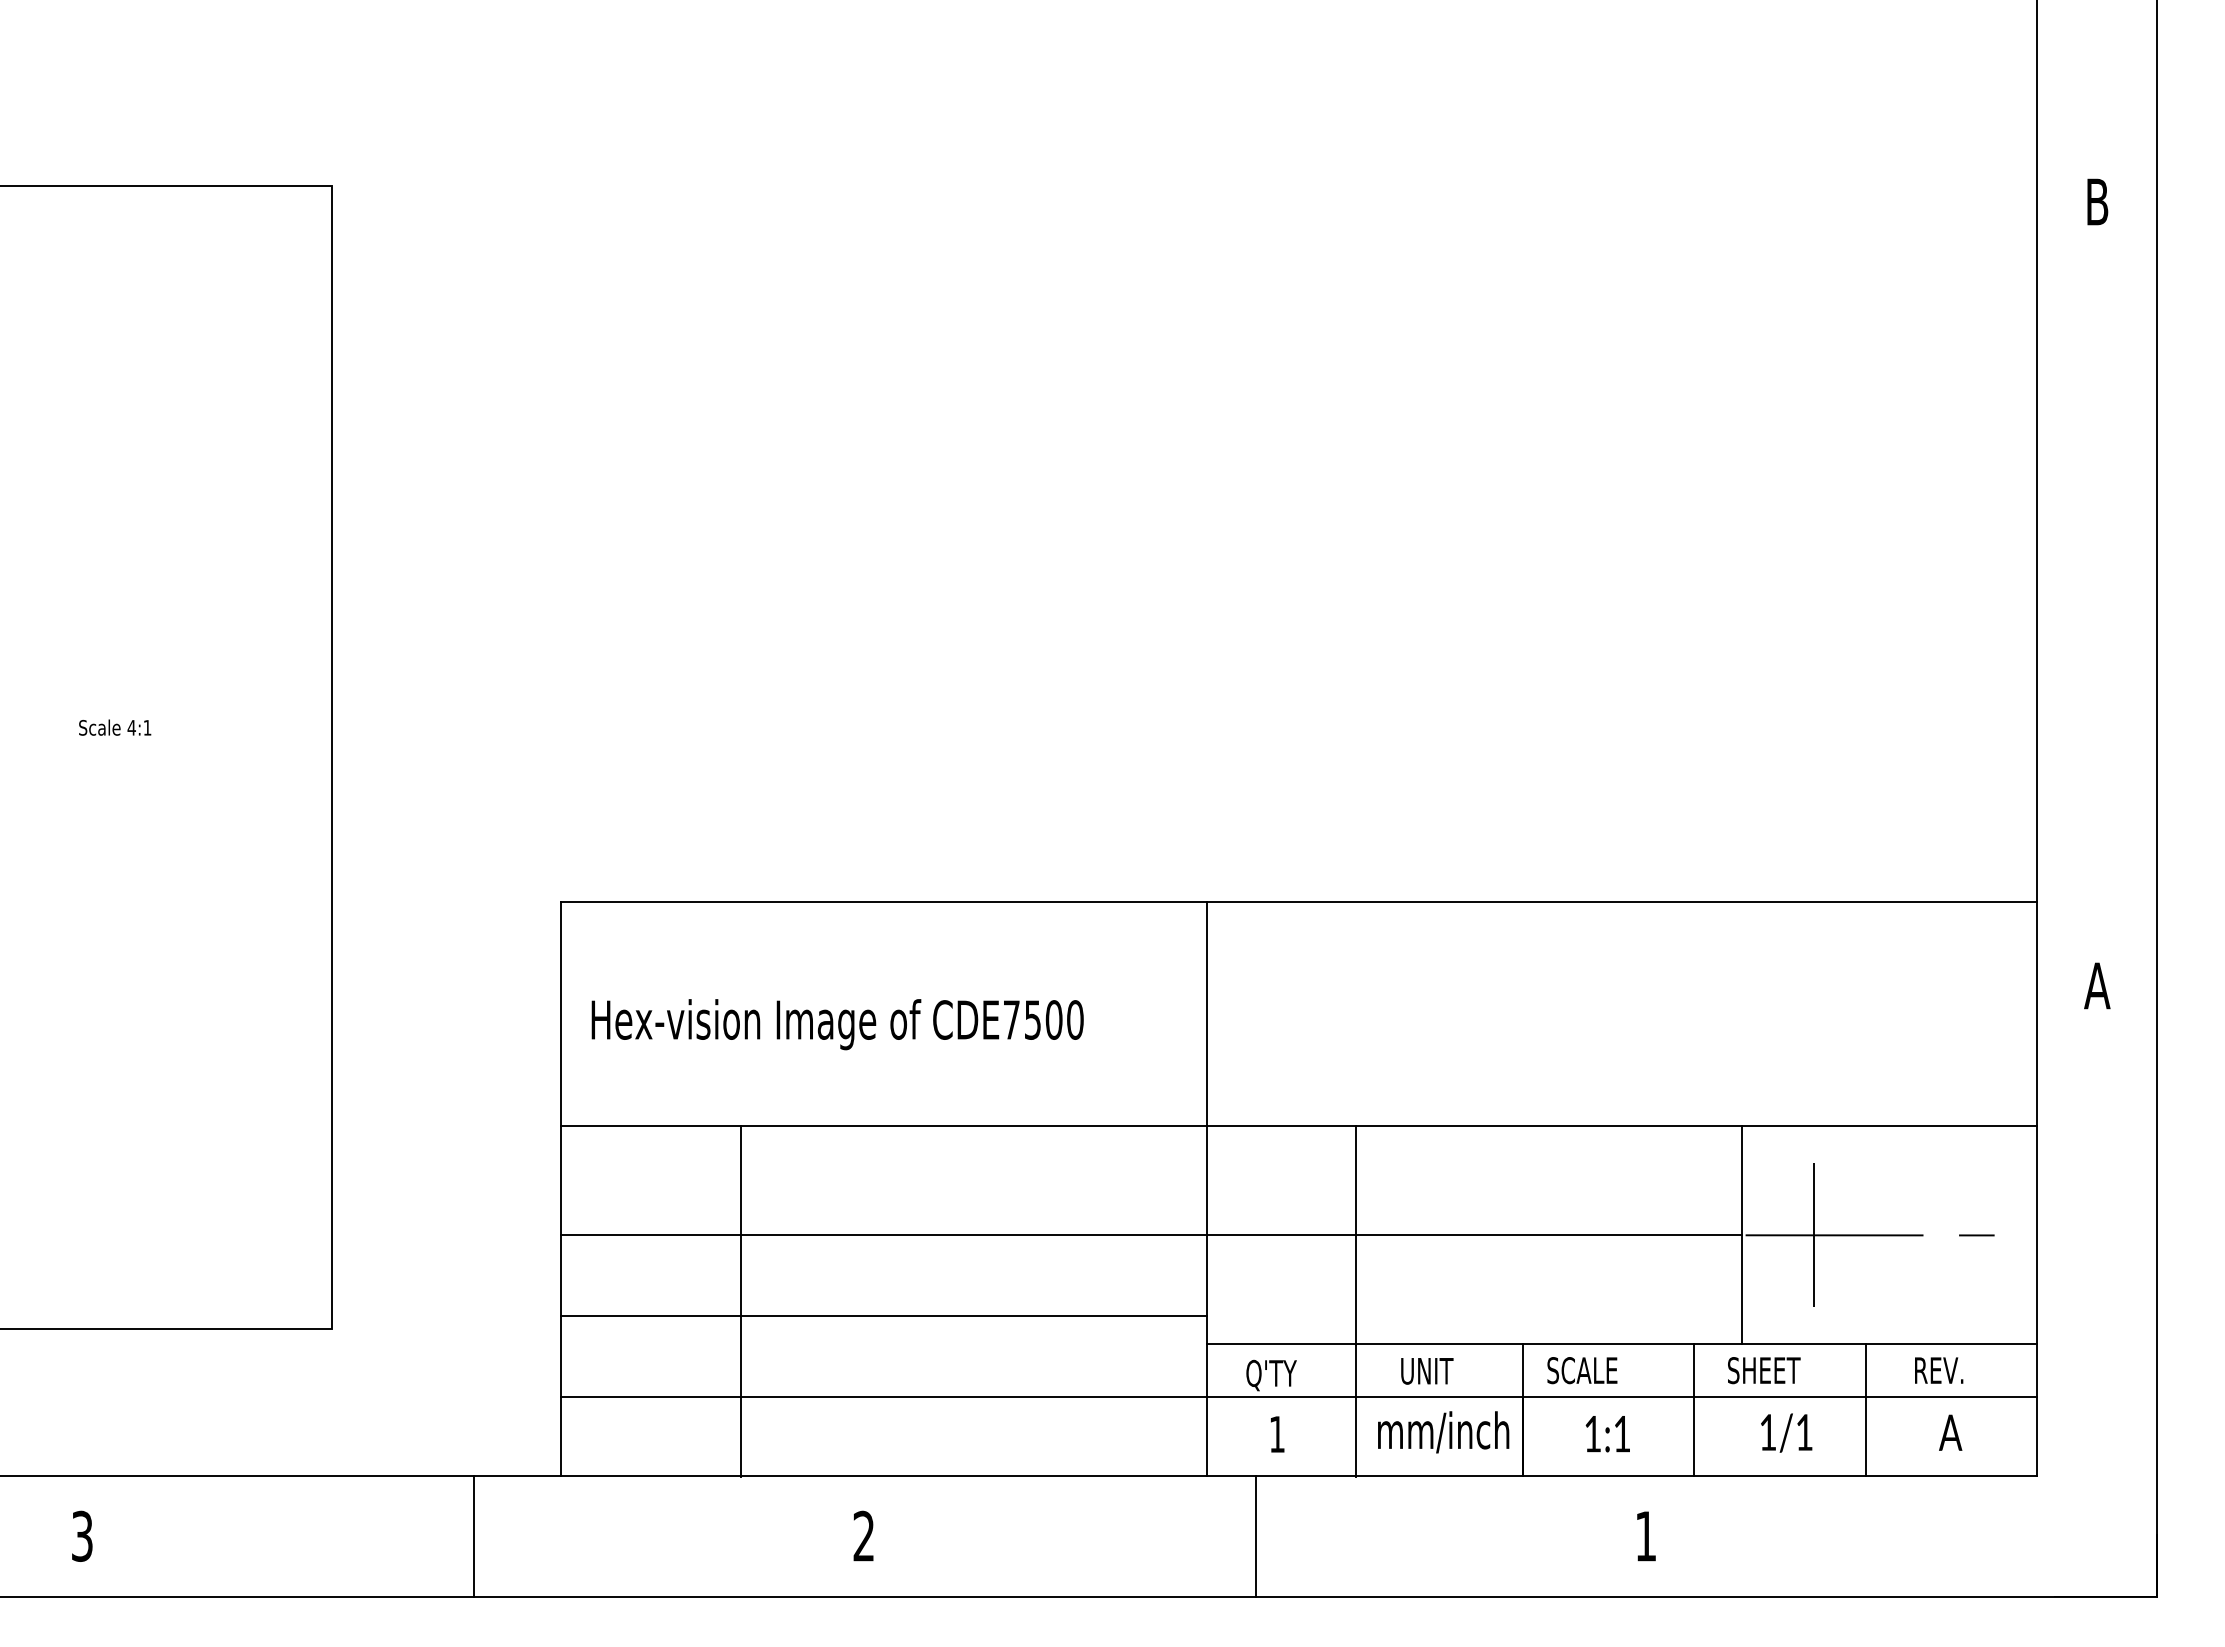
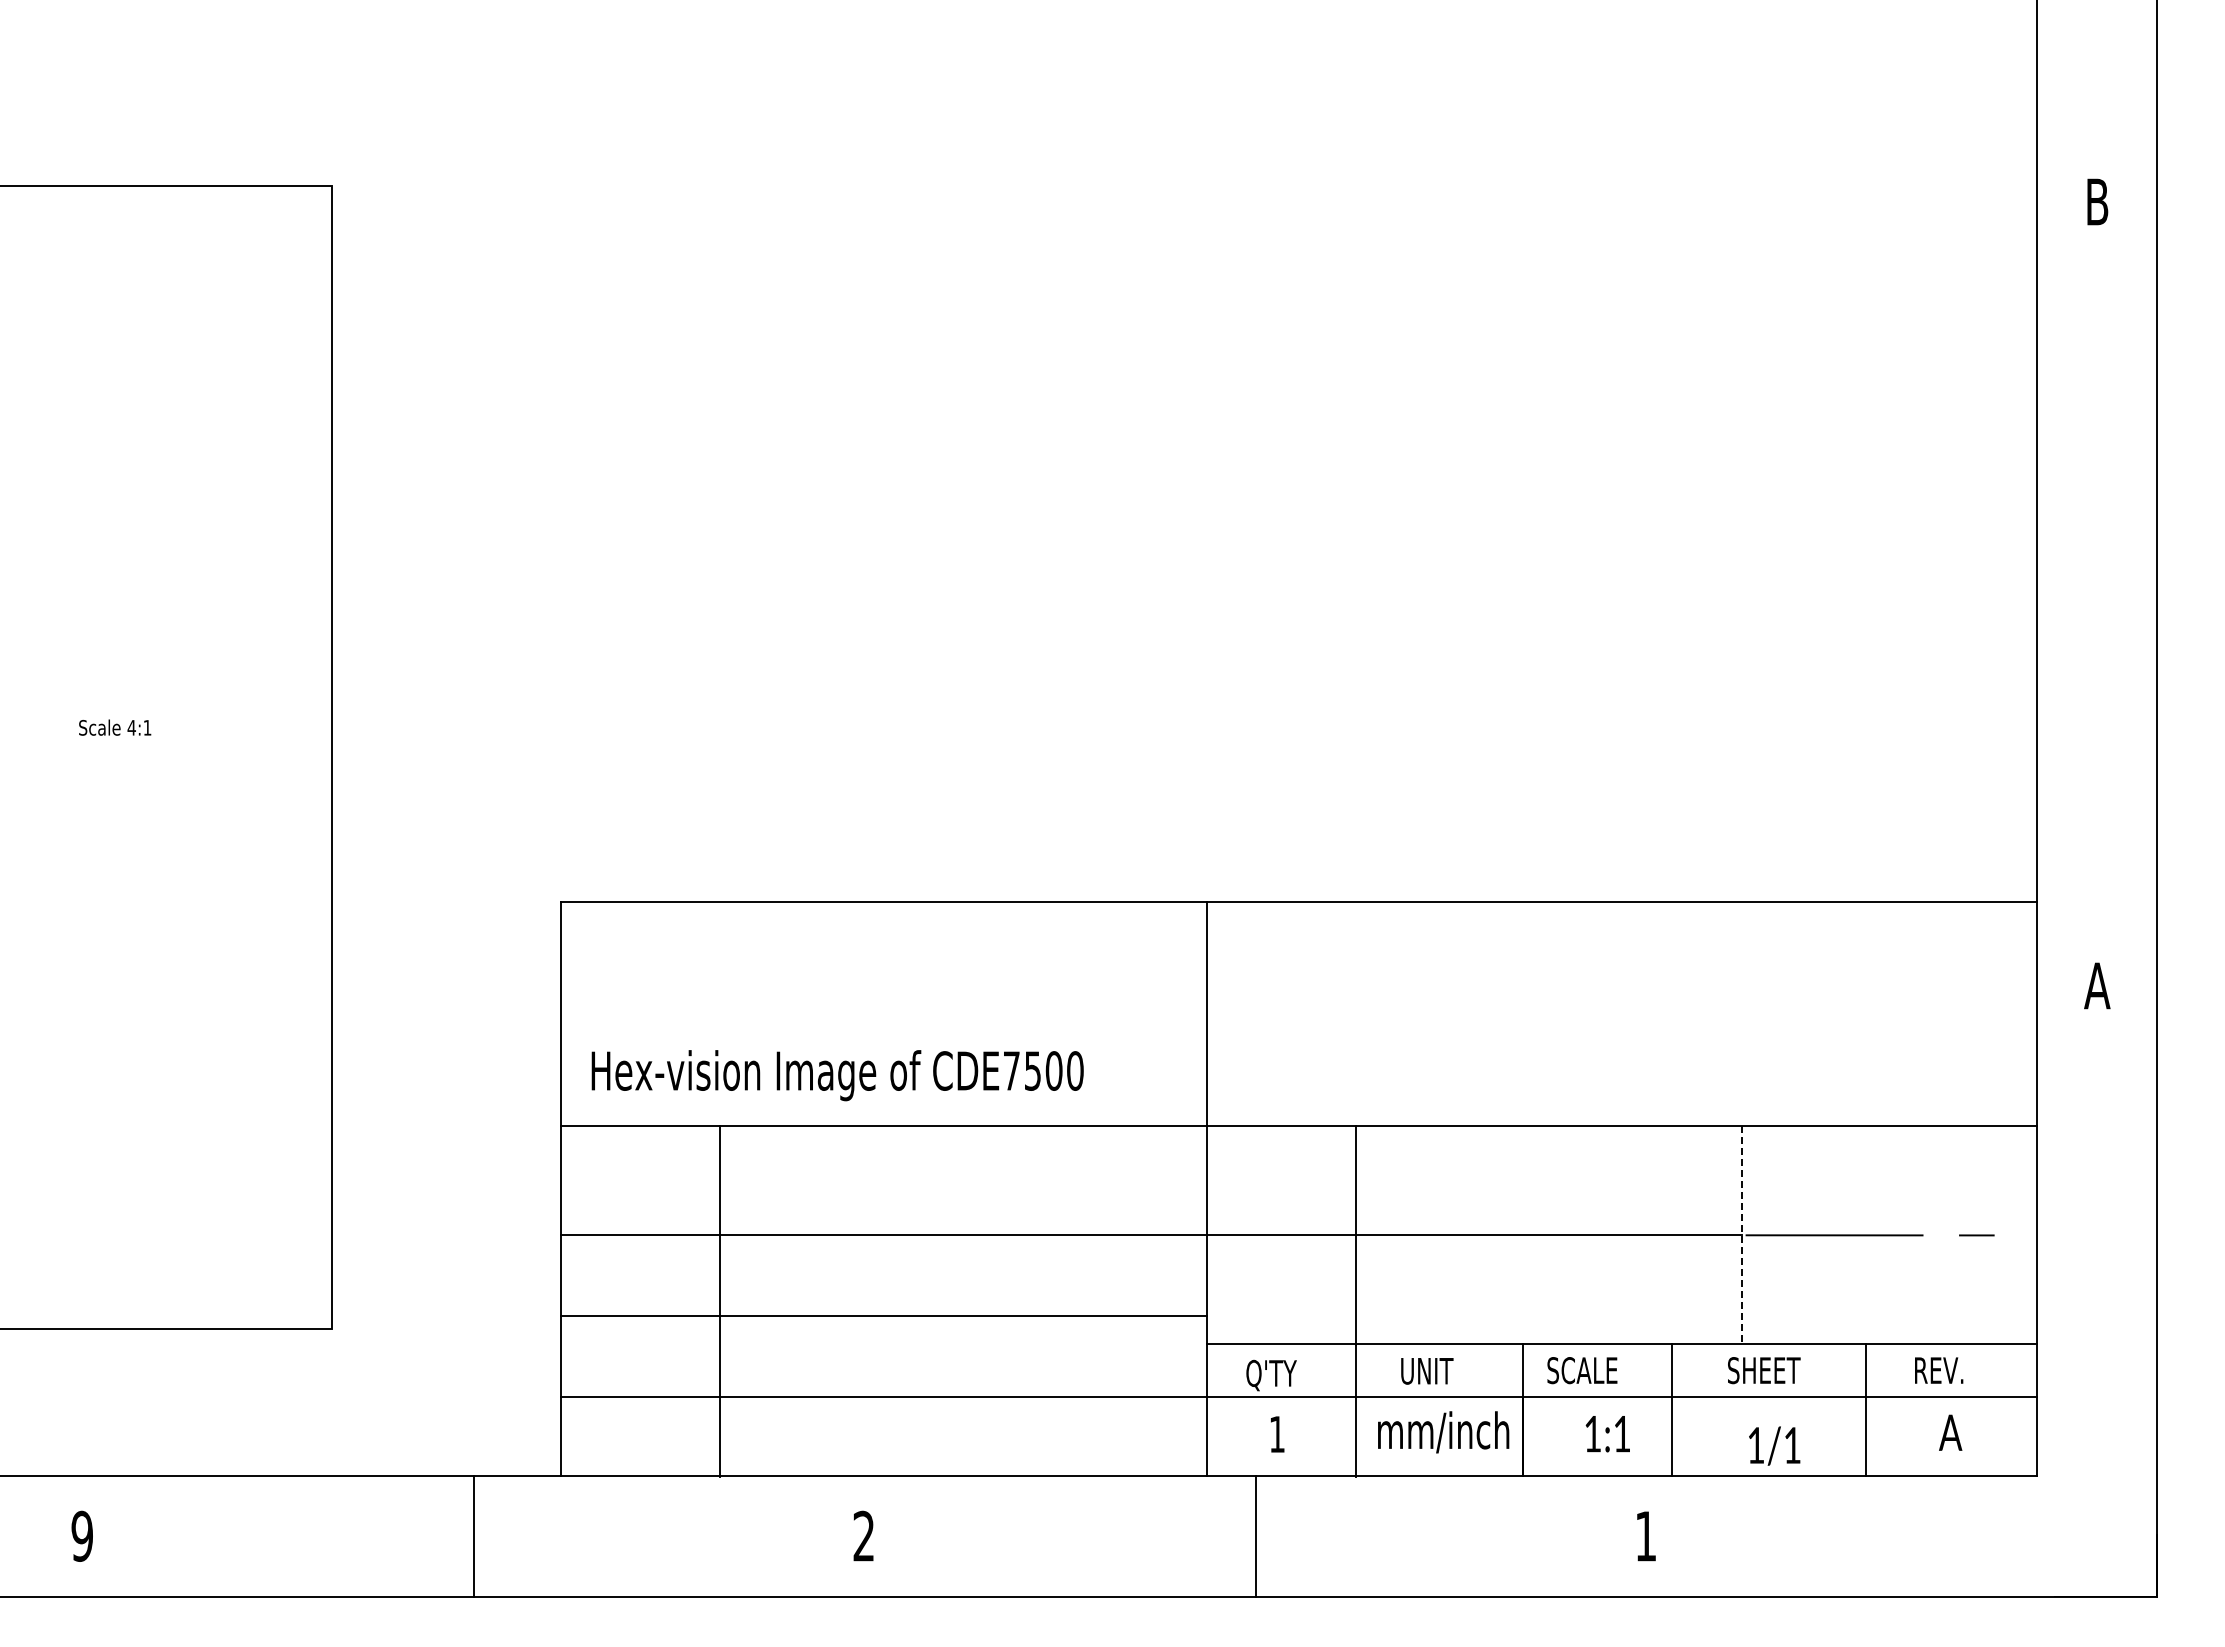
text at (837, 1024) position: (837, 1024) -> (837, 1075)
line at (1742, 1235): solid -> dashed
line at (1813, 1235): present -> none
line at (740, 1300) position: (740, 1300) -> (719, 1300)
line at (1694, 1410) position: (1694, 1410) -> (1672, 1410)
text at (1786, 1432) position: (1786, 1432) -> (1774, 1445)
text at (81, 1536): 3 -> 9
